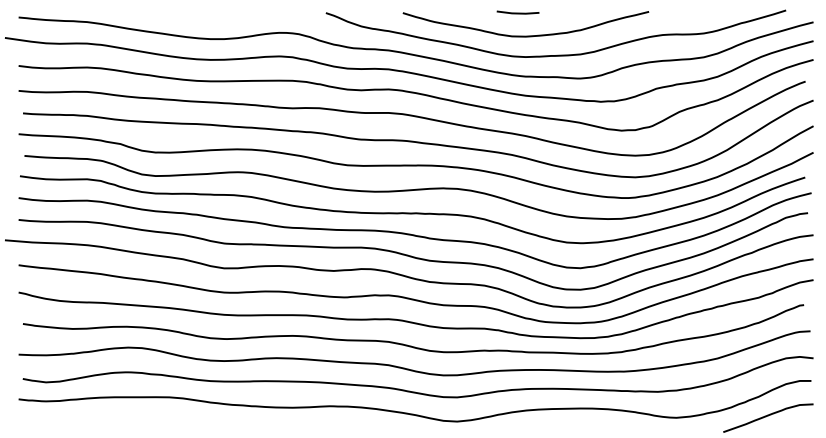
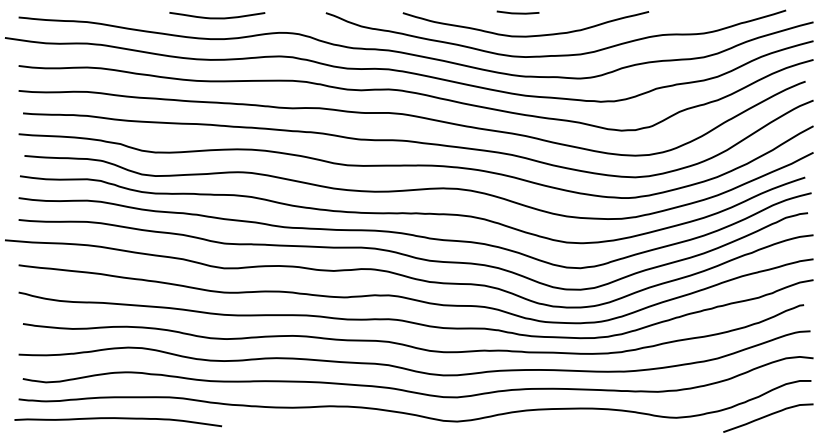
curve at (217, 17): none -> present
curve at (118, 419): none -> present
